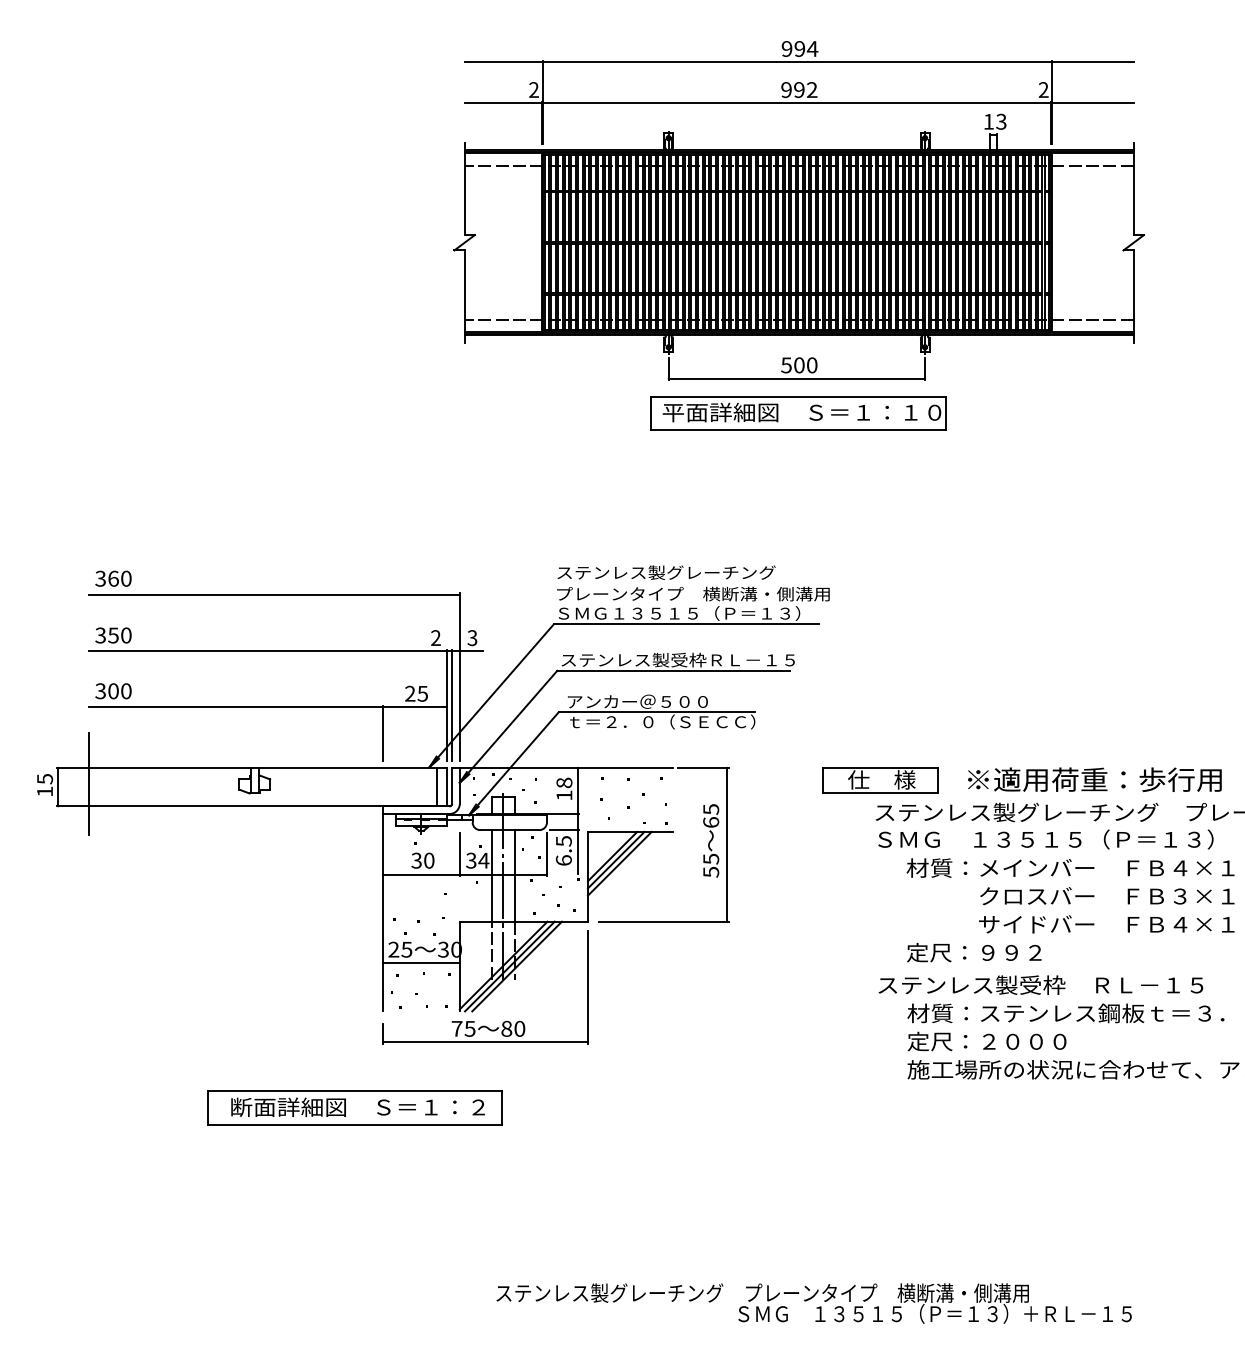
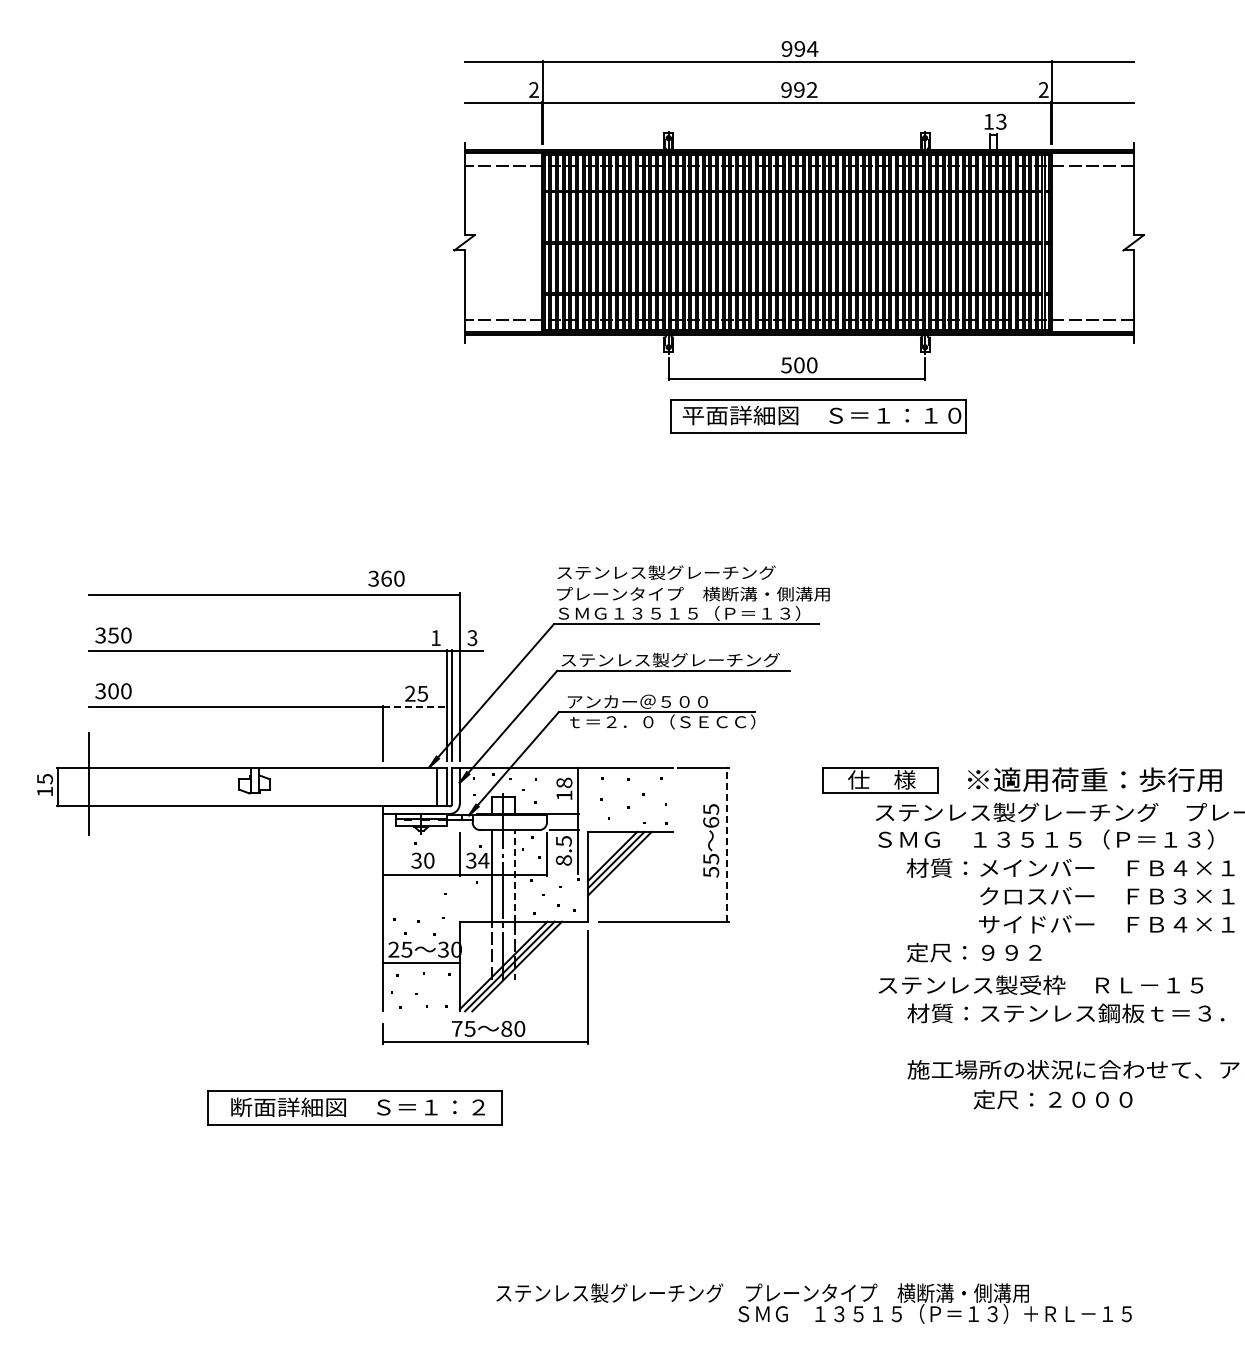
part at (798, 413) position: (798, 413) -> (818, 416)
text at (113, 578) position: (113, 578) -> (386, 578)
text at (435, 637): 2 -> 1
text at (732, 659): ステンレス製受枠ＲＬ－１５ -> ステンレス製グレーチング
line at (415, 707): solid -> dashed
line at (727, 844): solid -> dashed
text at (563, 860): 6.5 -> 8.5
line at (514, 875): solid -> dashed
text at (986, 1041) position: (986, 1041) -> (1052, 1099)
